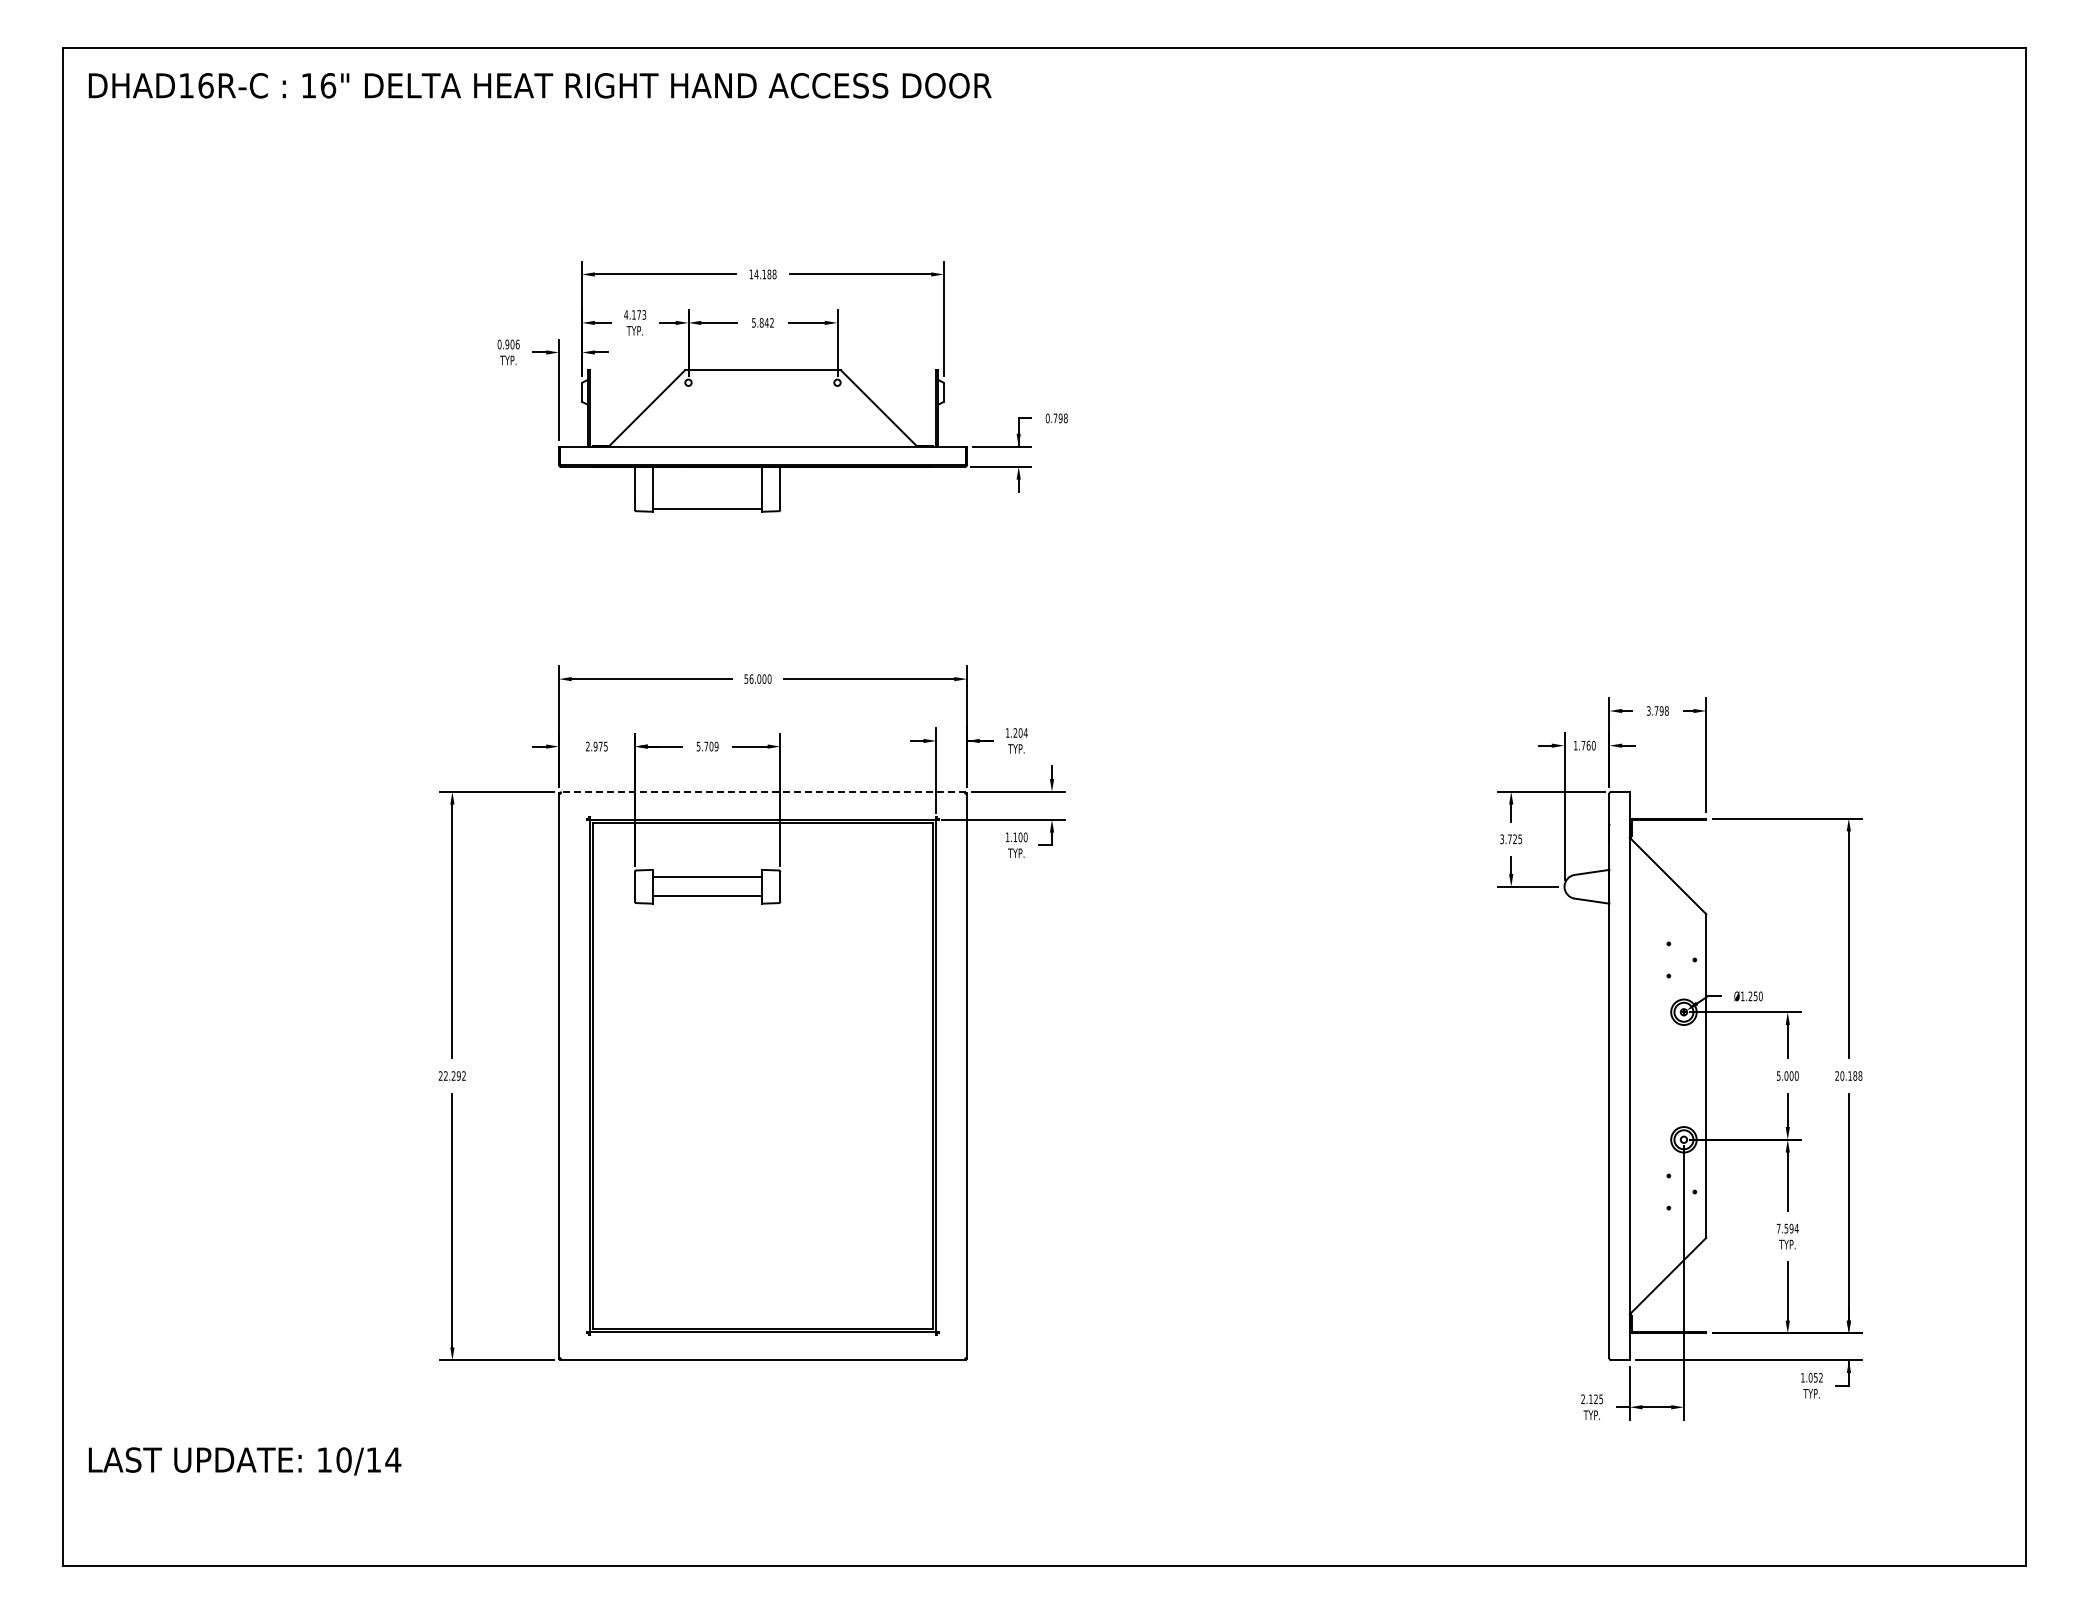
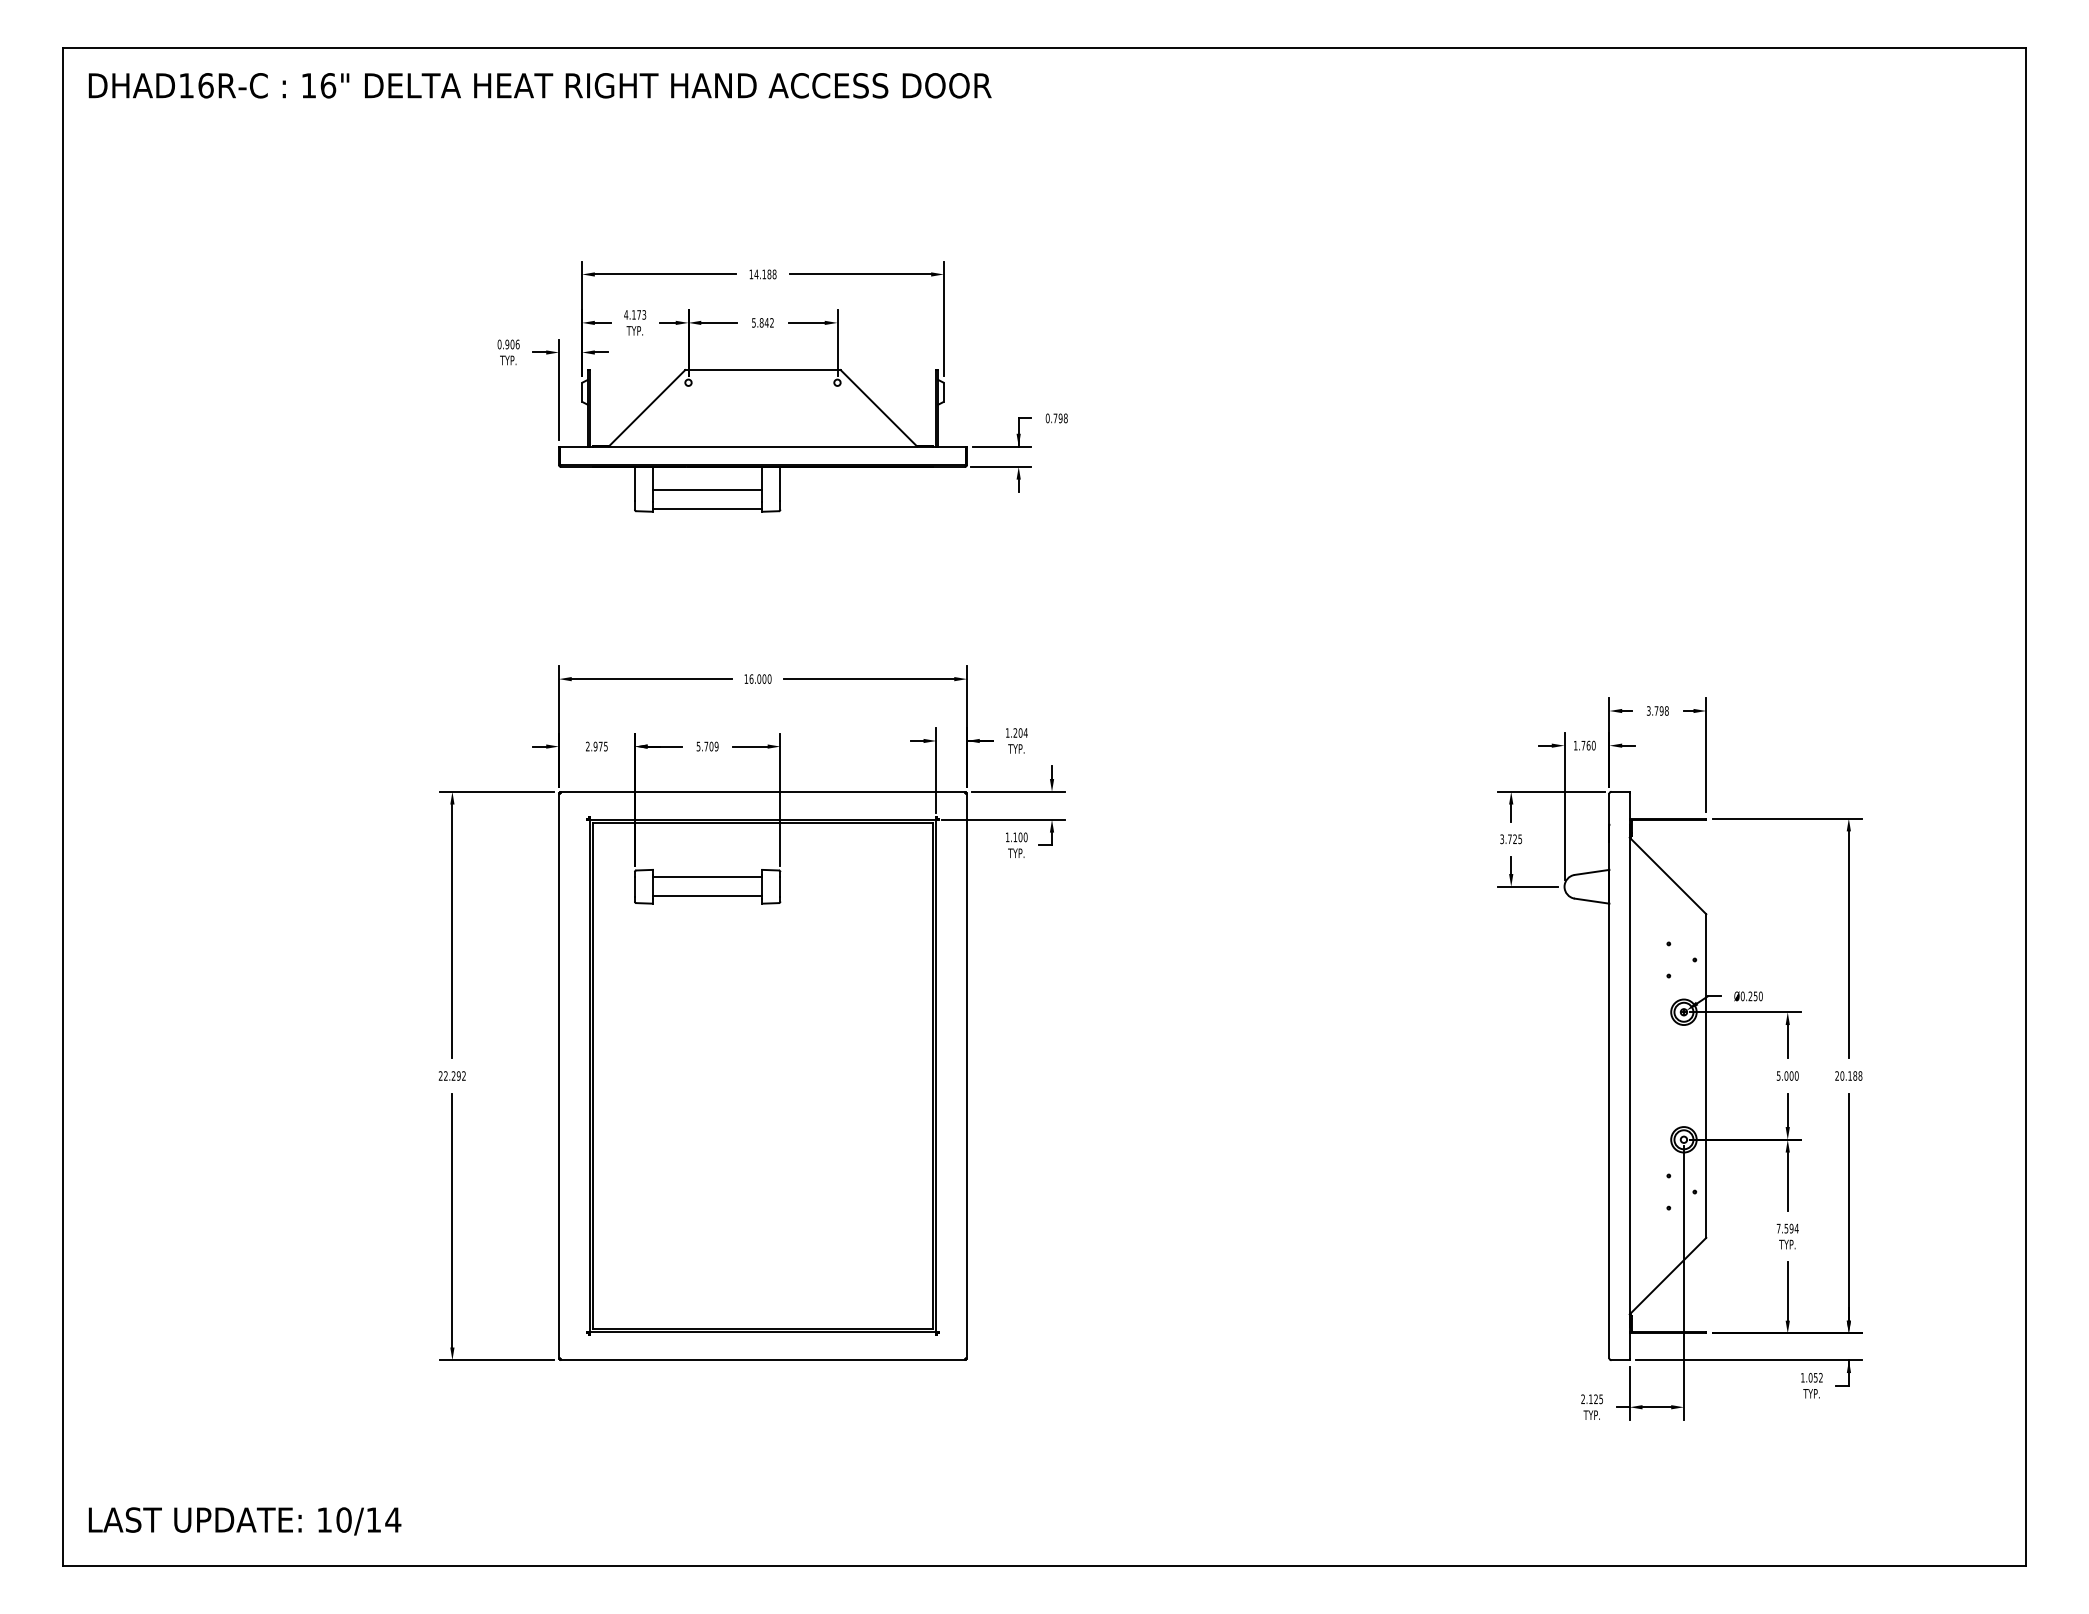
line at (707, 490): none -> present
text at (746, 678): 56.000 -> 16.000
line at (763, 791): dashed -> solid
text at (1742, 996): Ø1.250 -> Ø0.250
text at (244, 1461) position: (244, 1461) -> (244, 1521)
